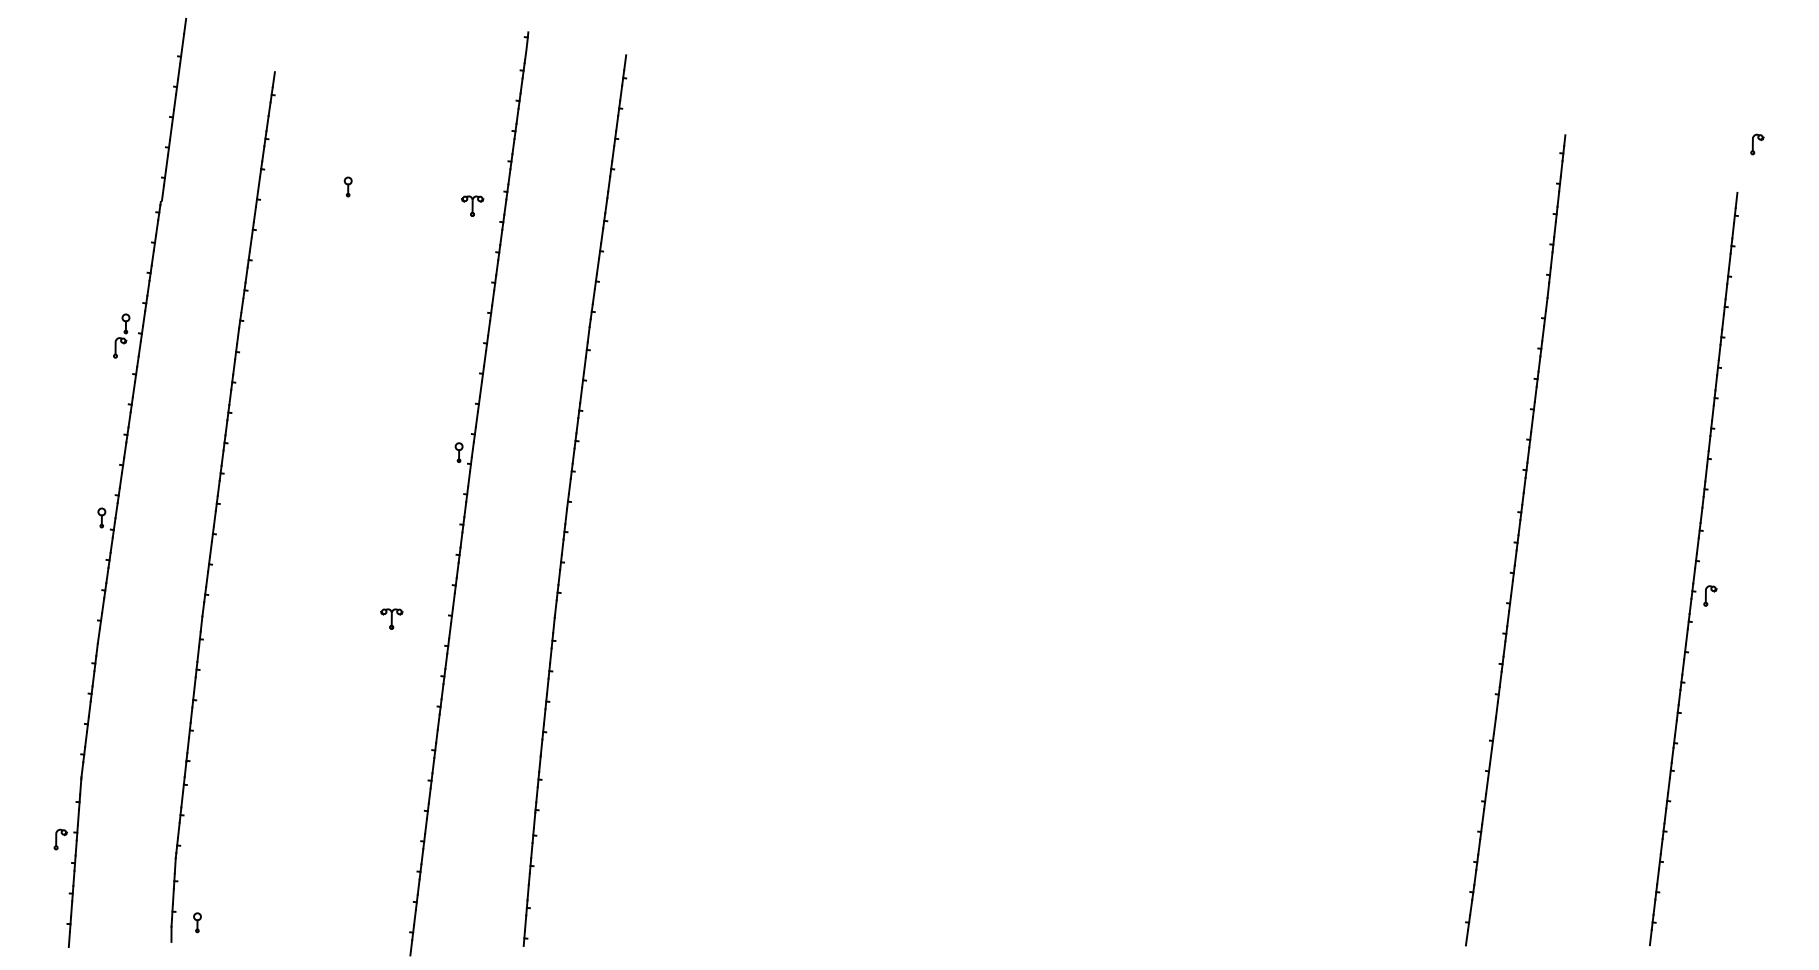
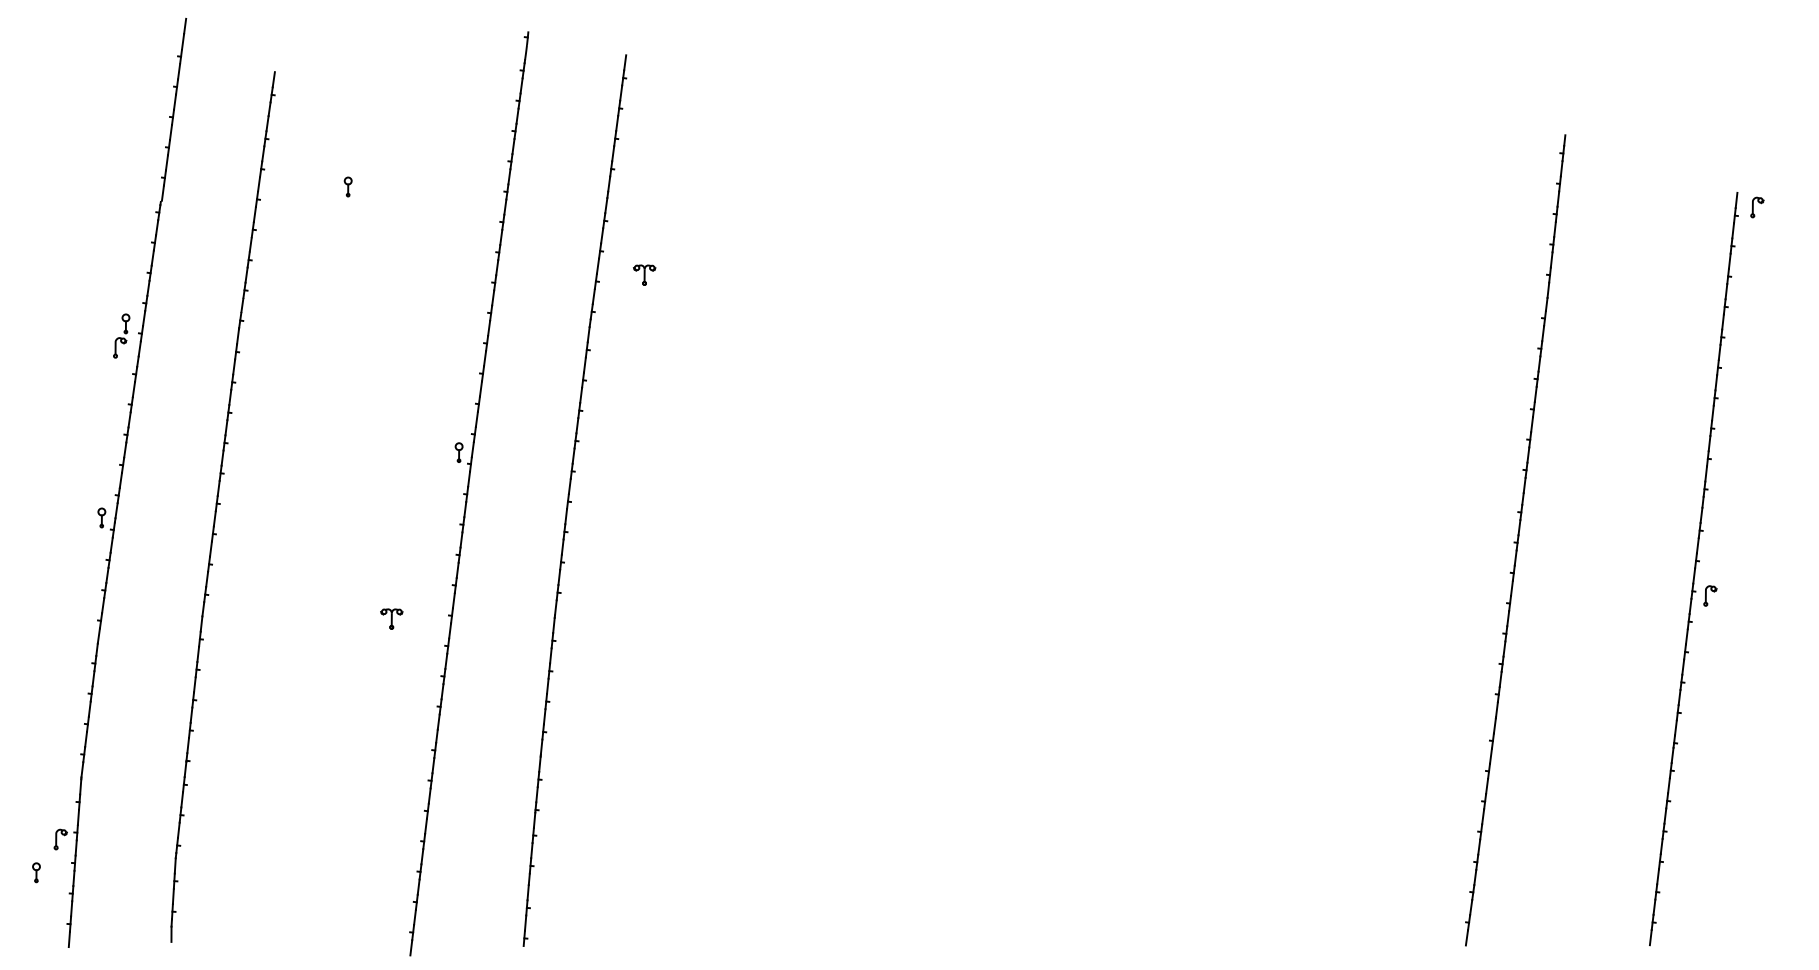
part at (1757, 144) position: (1757, 144) -> (1757, 207)
part at (472, 205) position: (472, 205) -> (644, 274)
part at (197, 922) position: (197, 922) -> (36, 872)
